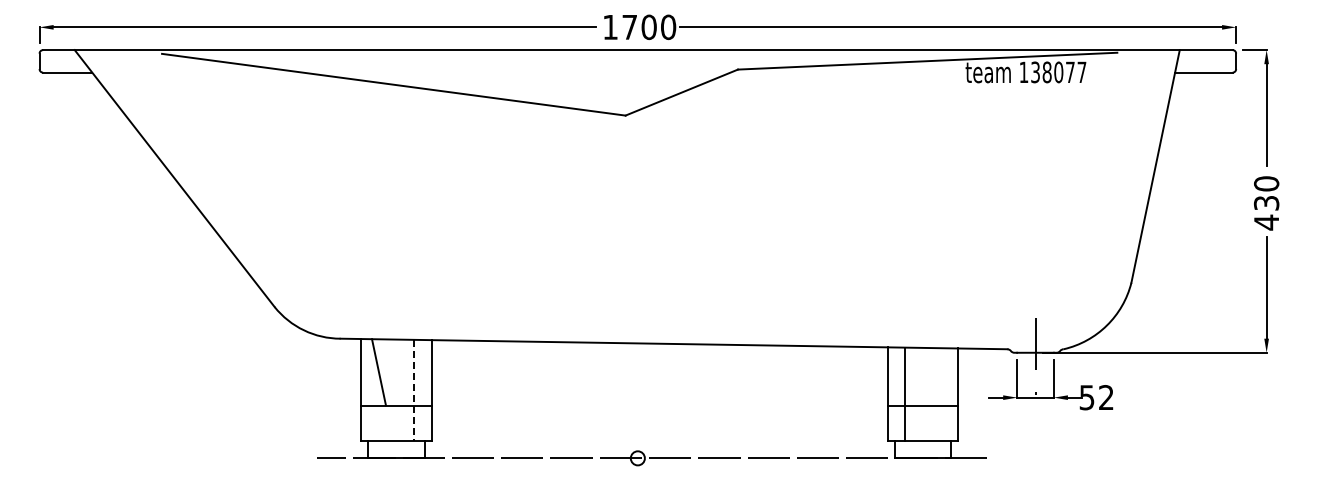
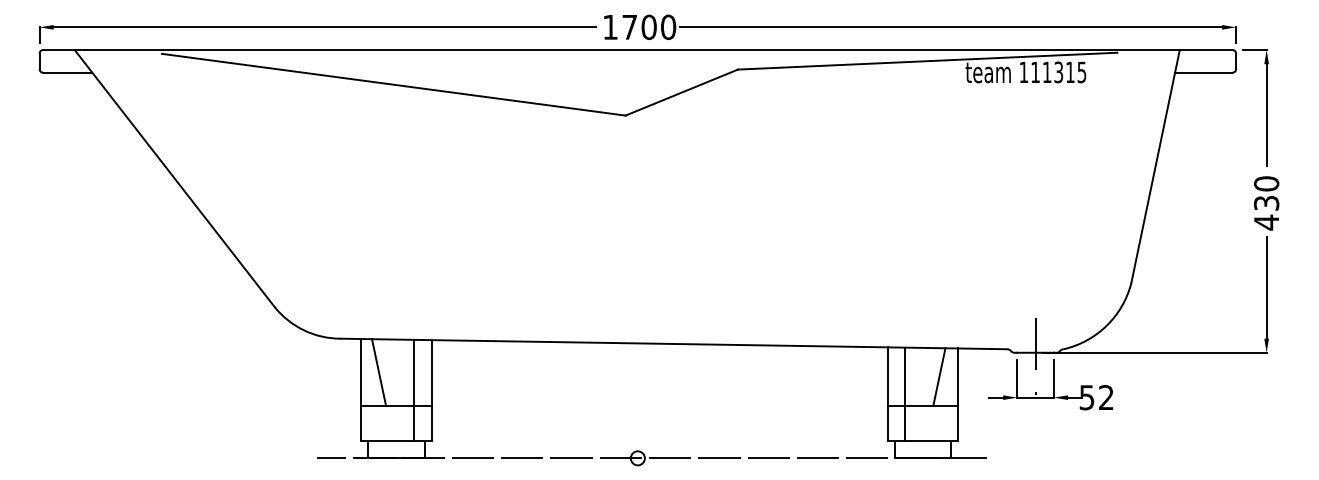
text at (1058, 72): 138077 -> 111315
line at (939, 376): none -> present
line at (414, 390): dashed -> solid
